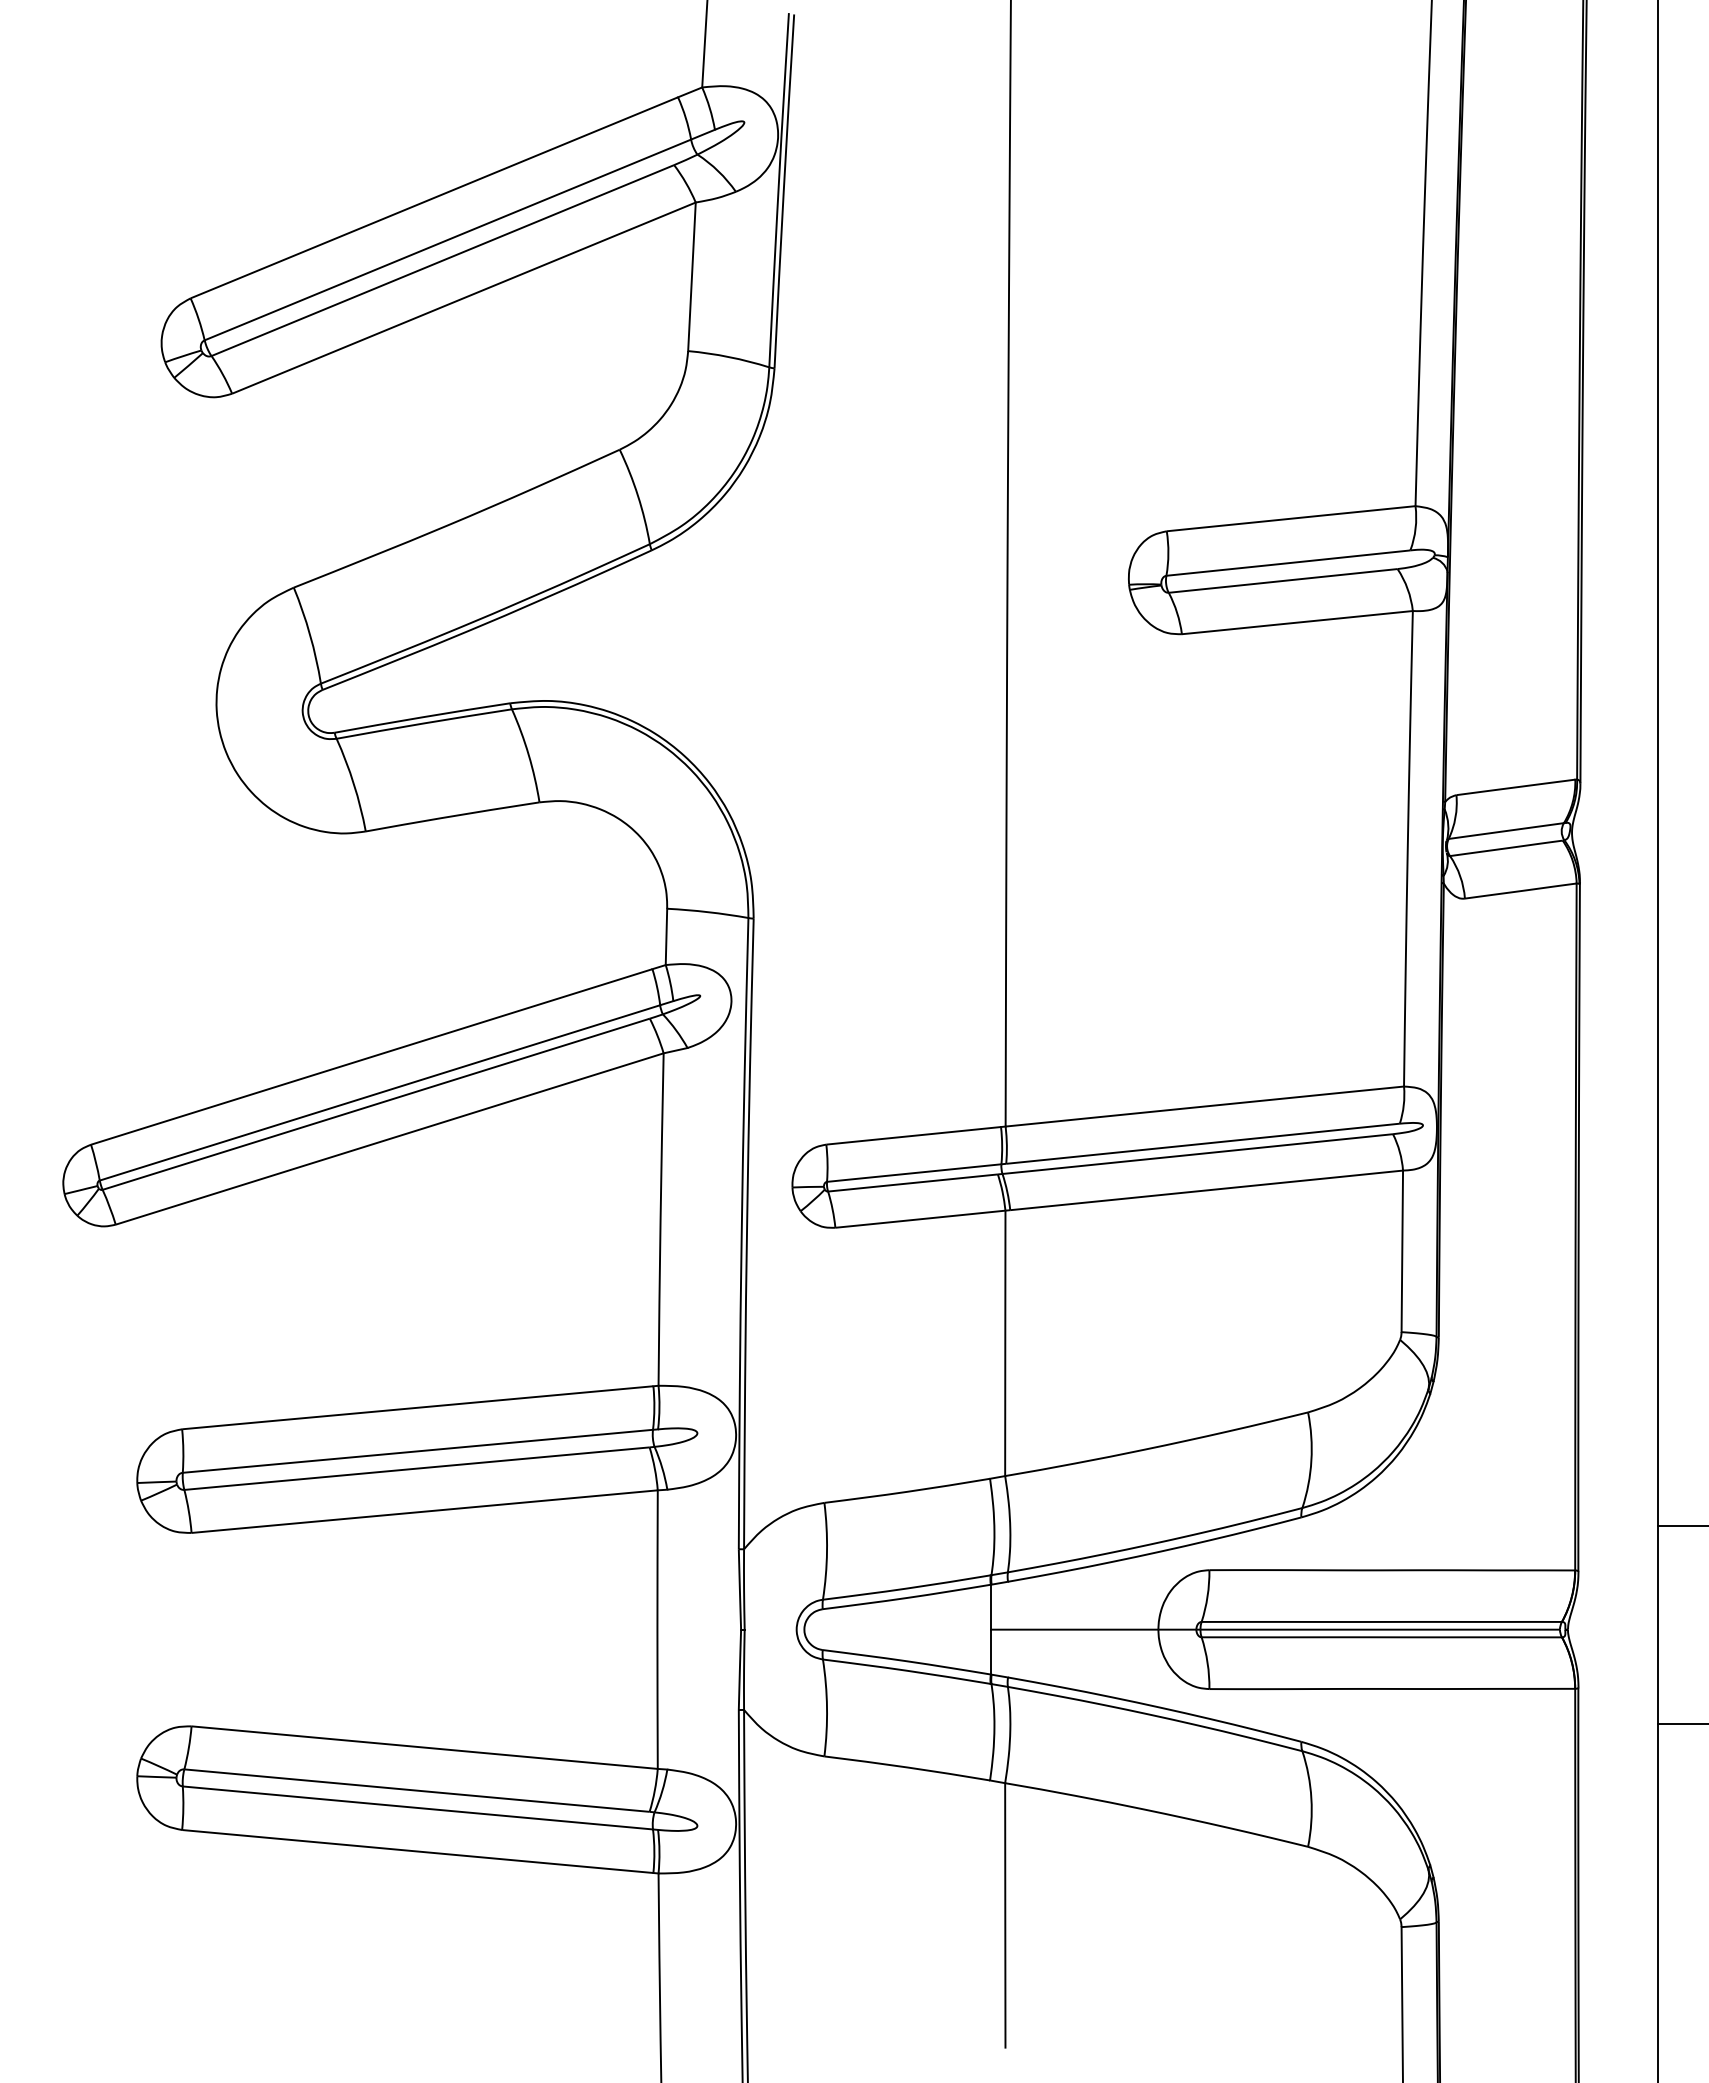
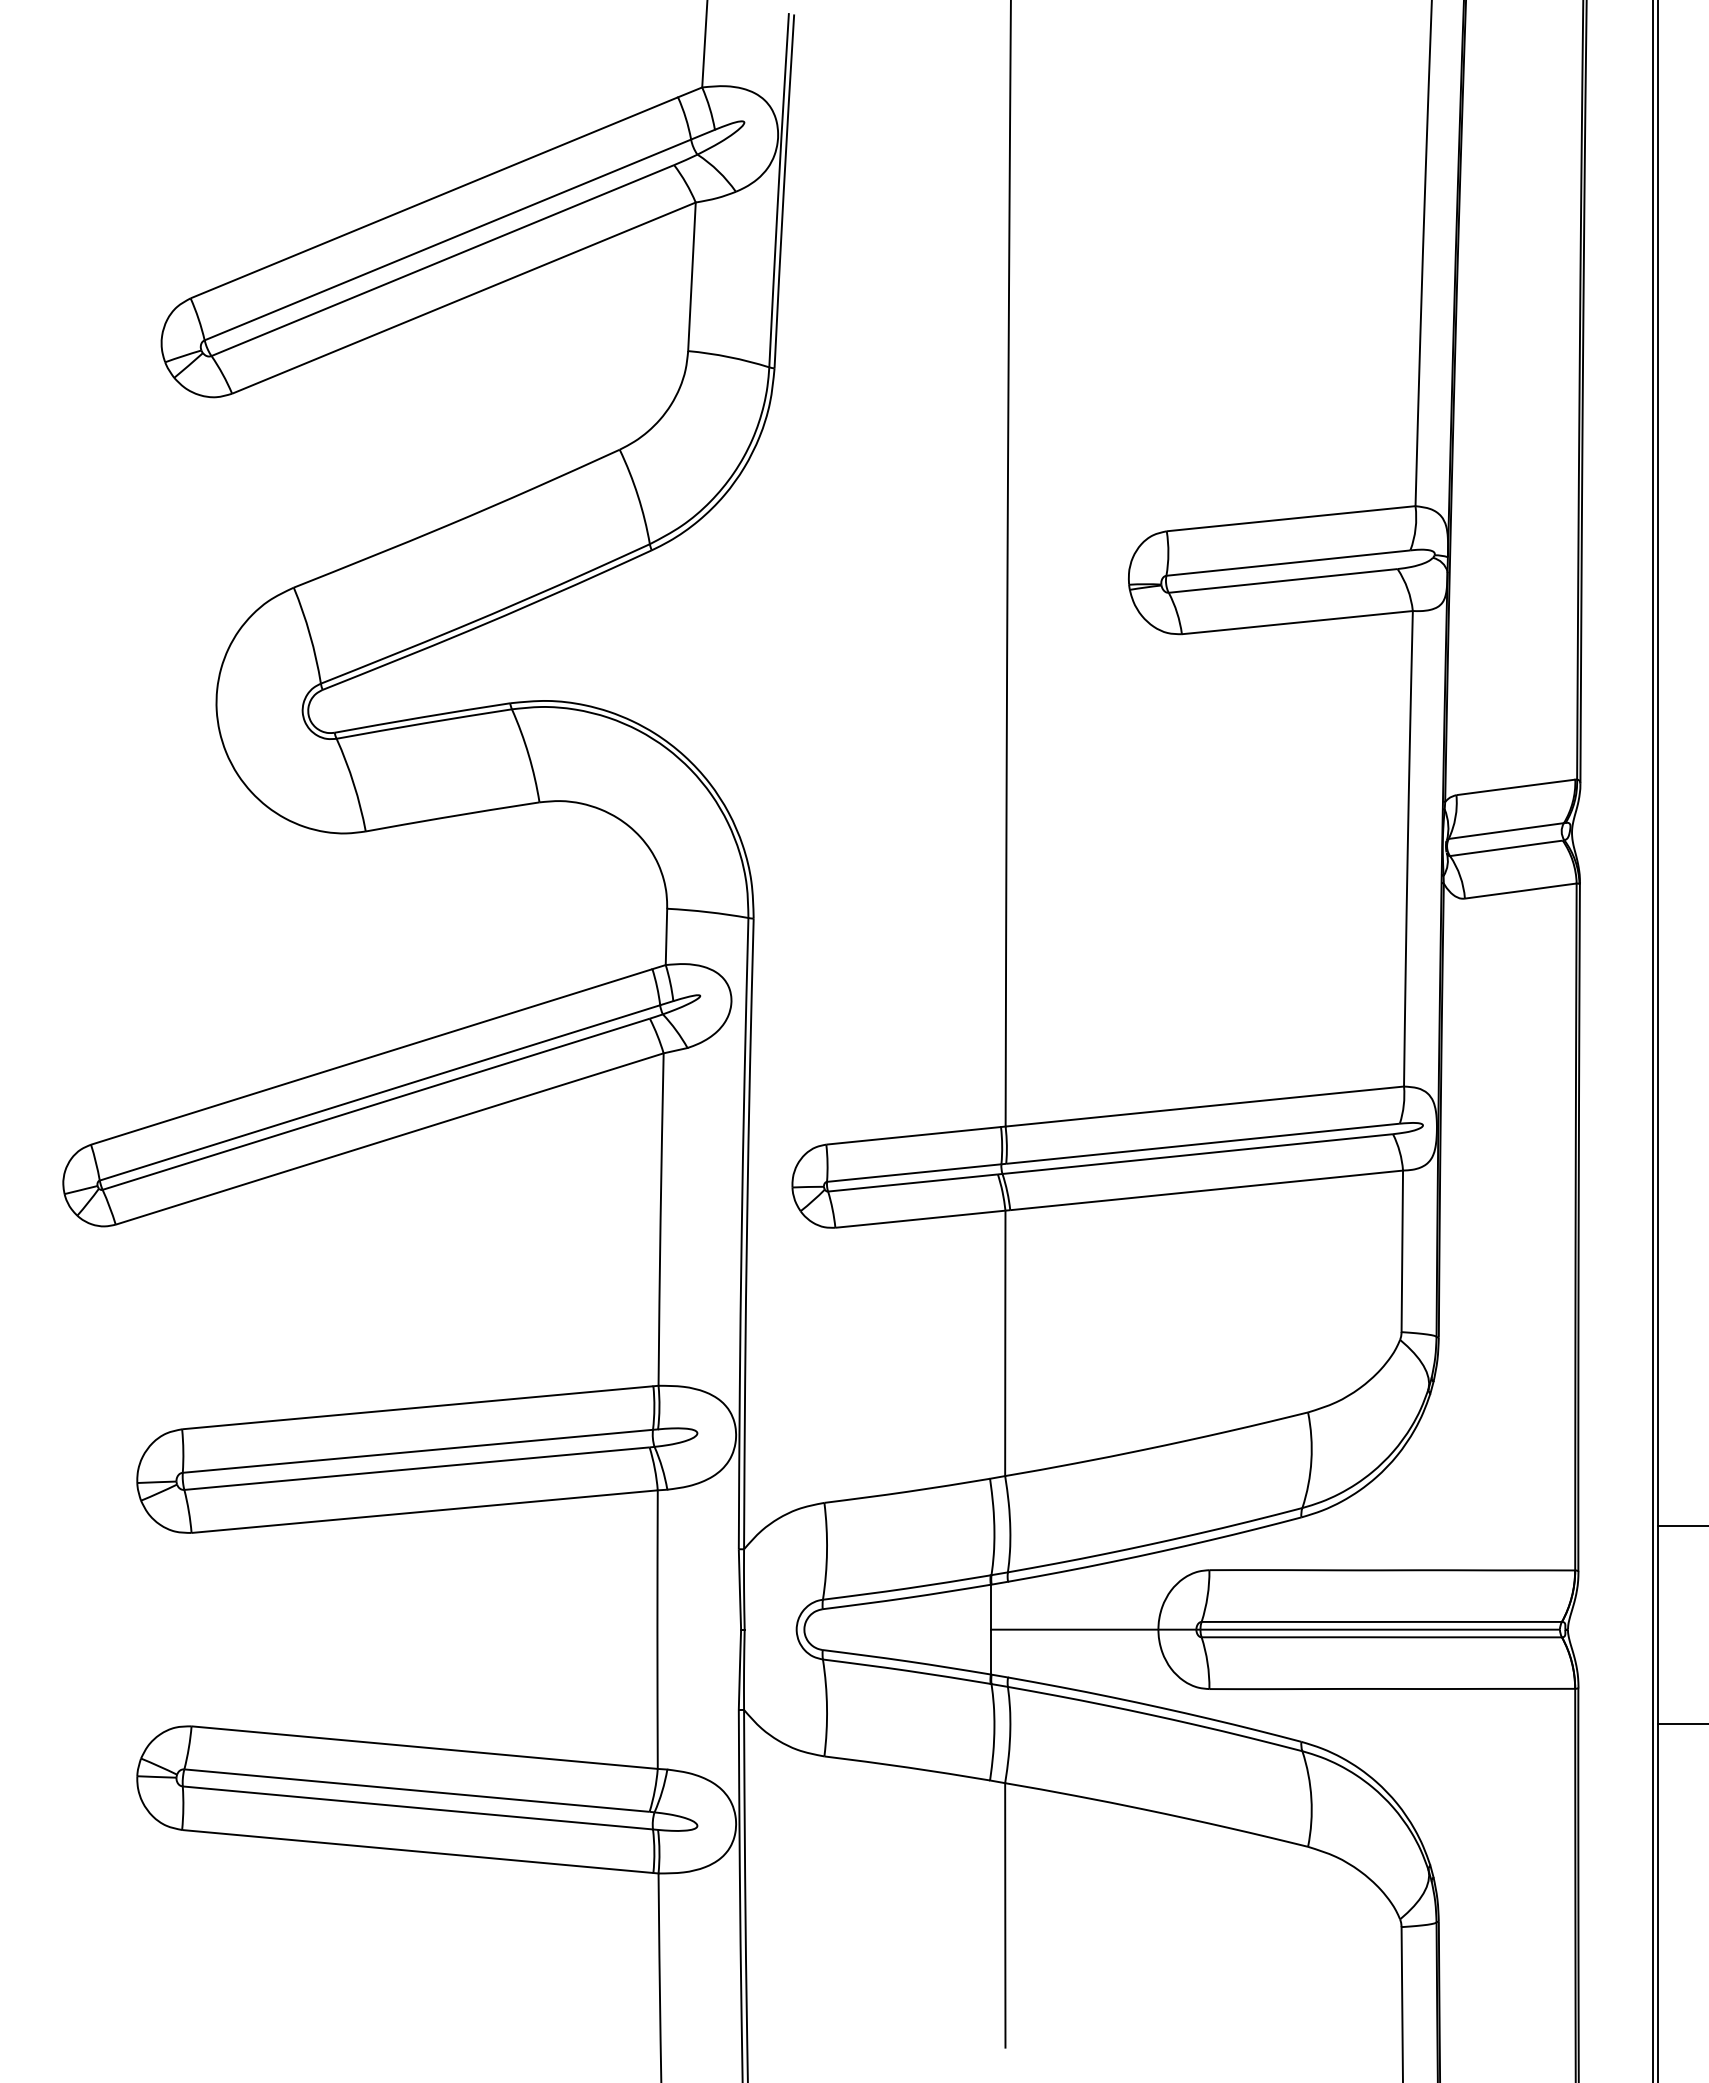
line at (1652, 1040): none -> present
